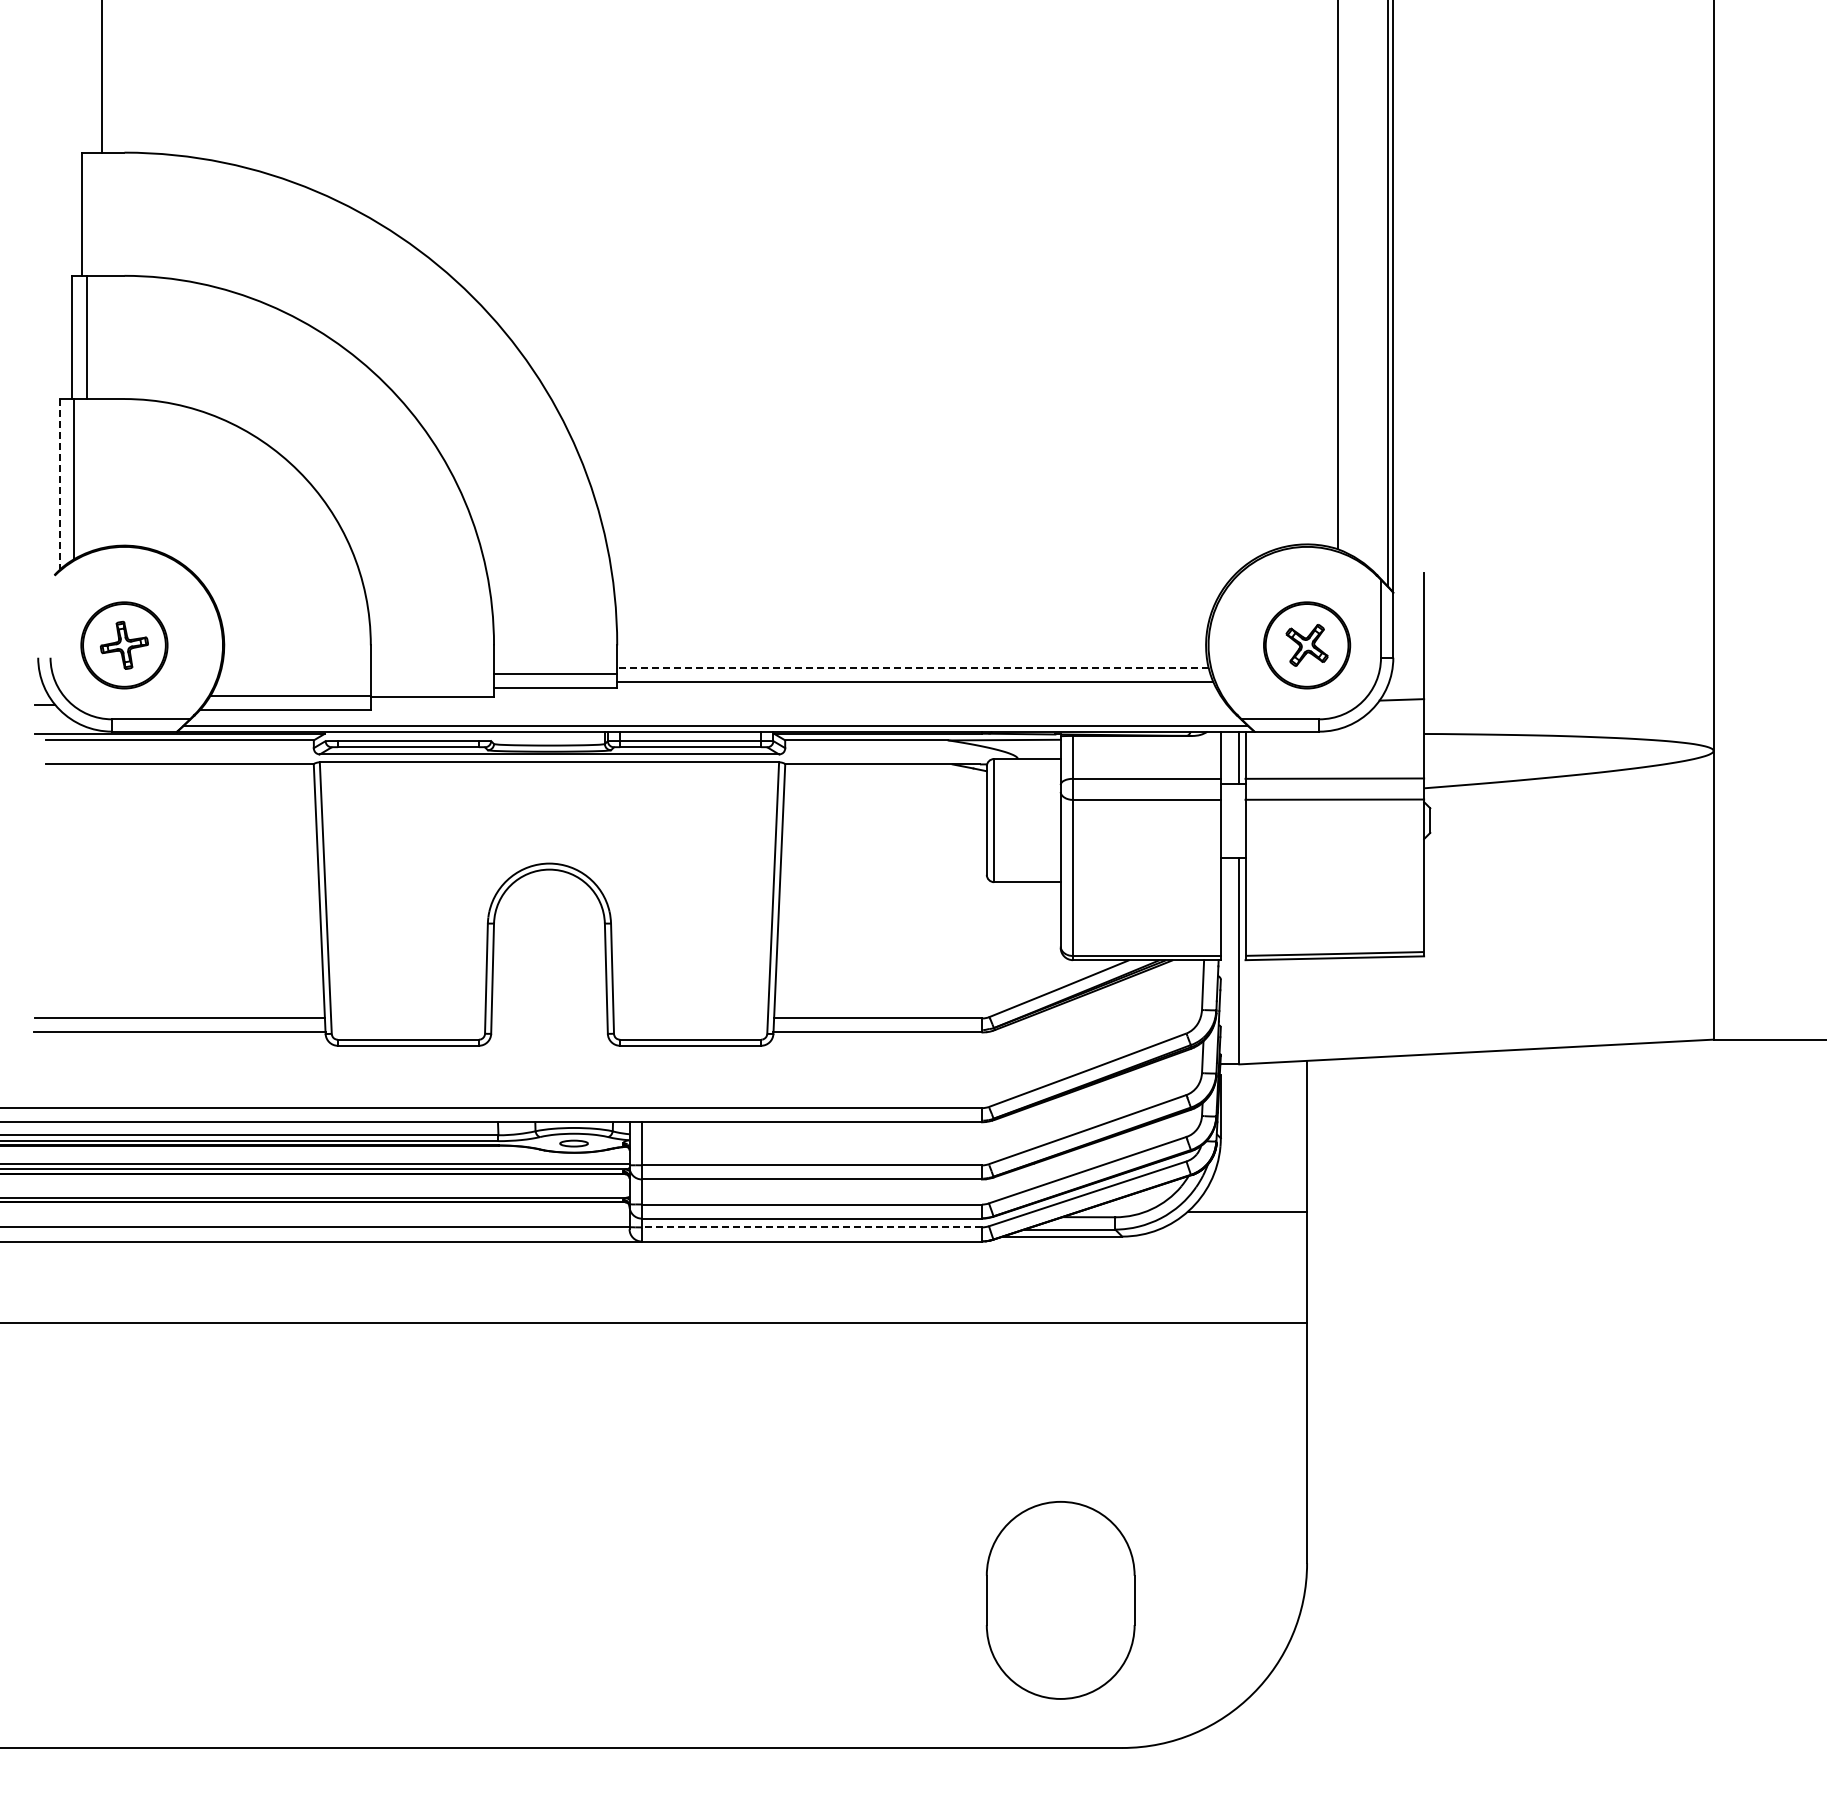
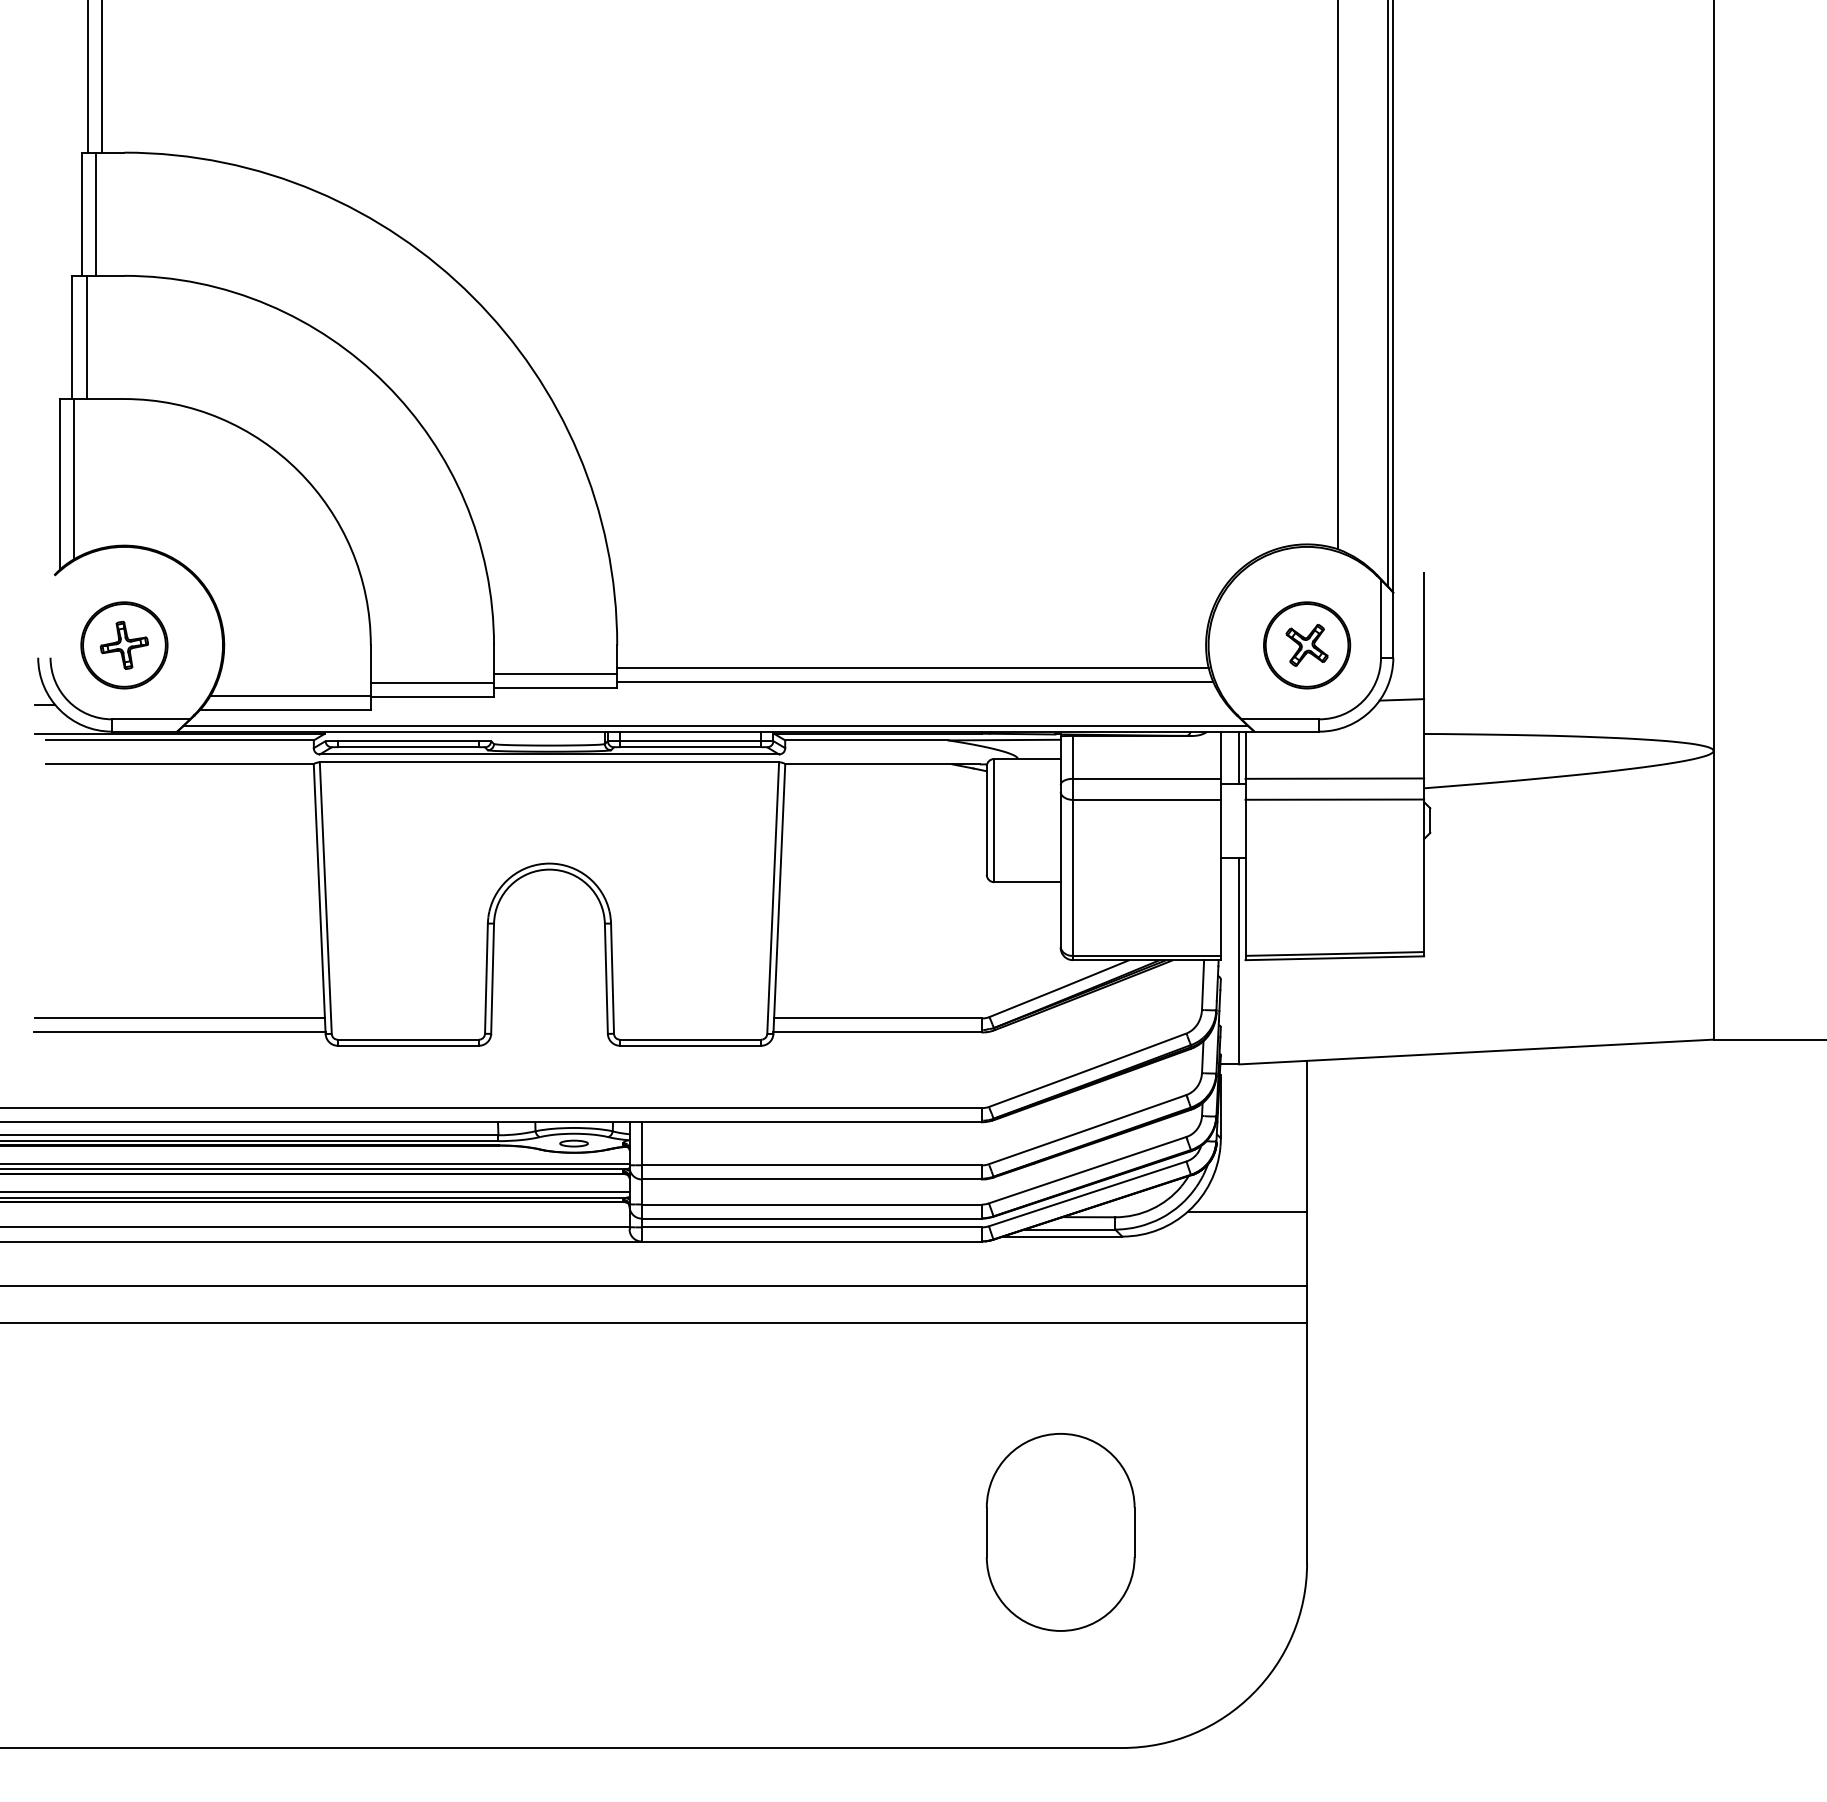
line at (87, 77): none -> present
line at (95, 213): none -> present
line at (60, 484): dashed -> solid
line at (913, 667): dashed -> solid
line at (432, 683): none -> present
line at (315, 1192): none -> present
line at (811, 1227): dashed -> solid
line at (654, 1286): none -> present
part at (1060, 1600) position: (1060, 1600) -> (1060, 1532)
